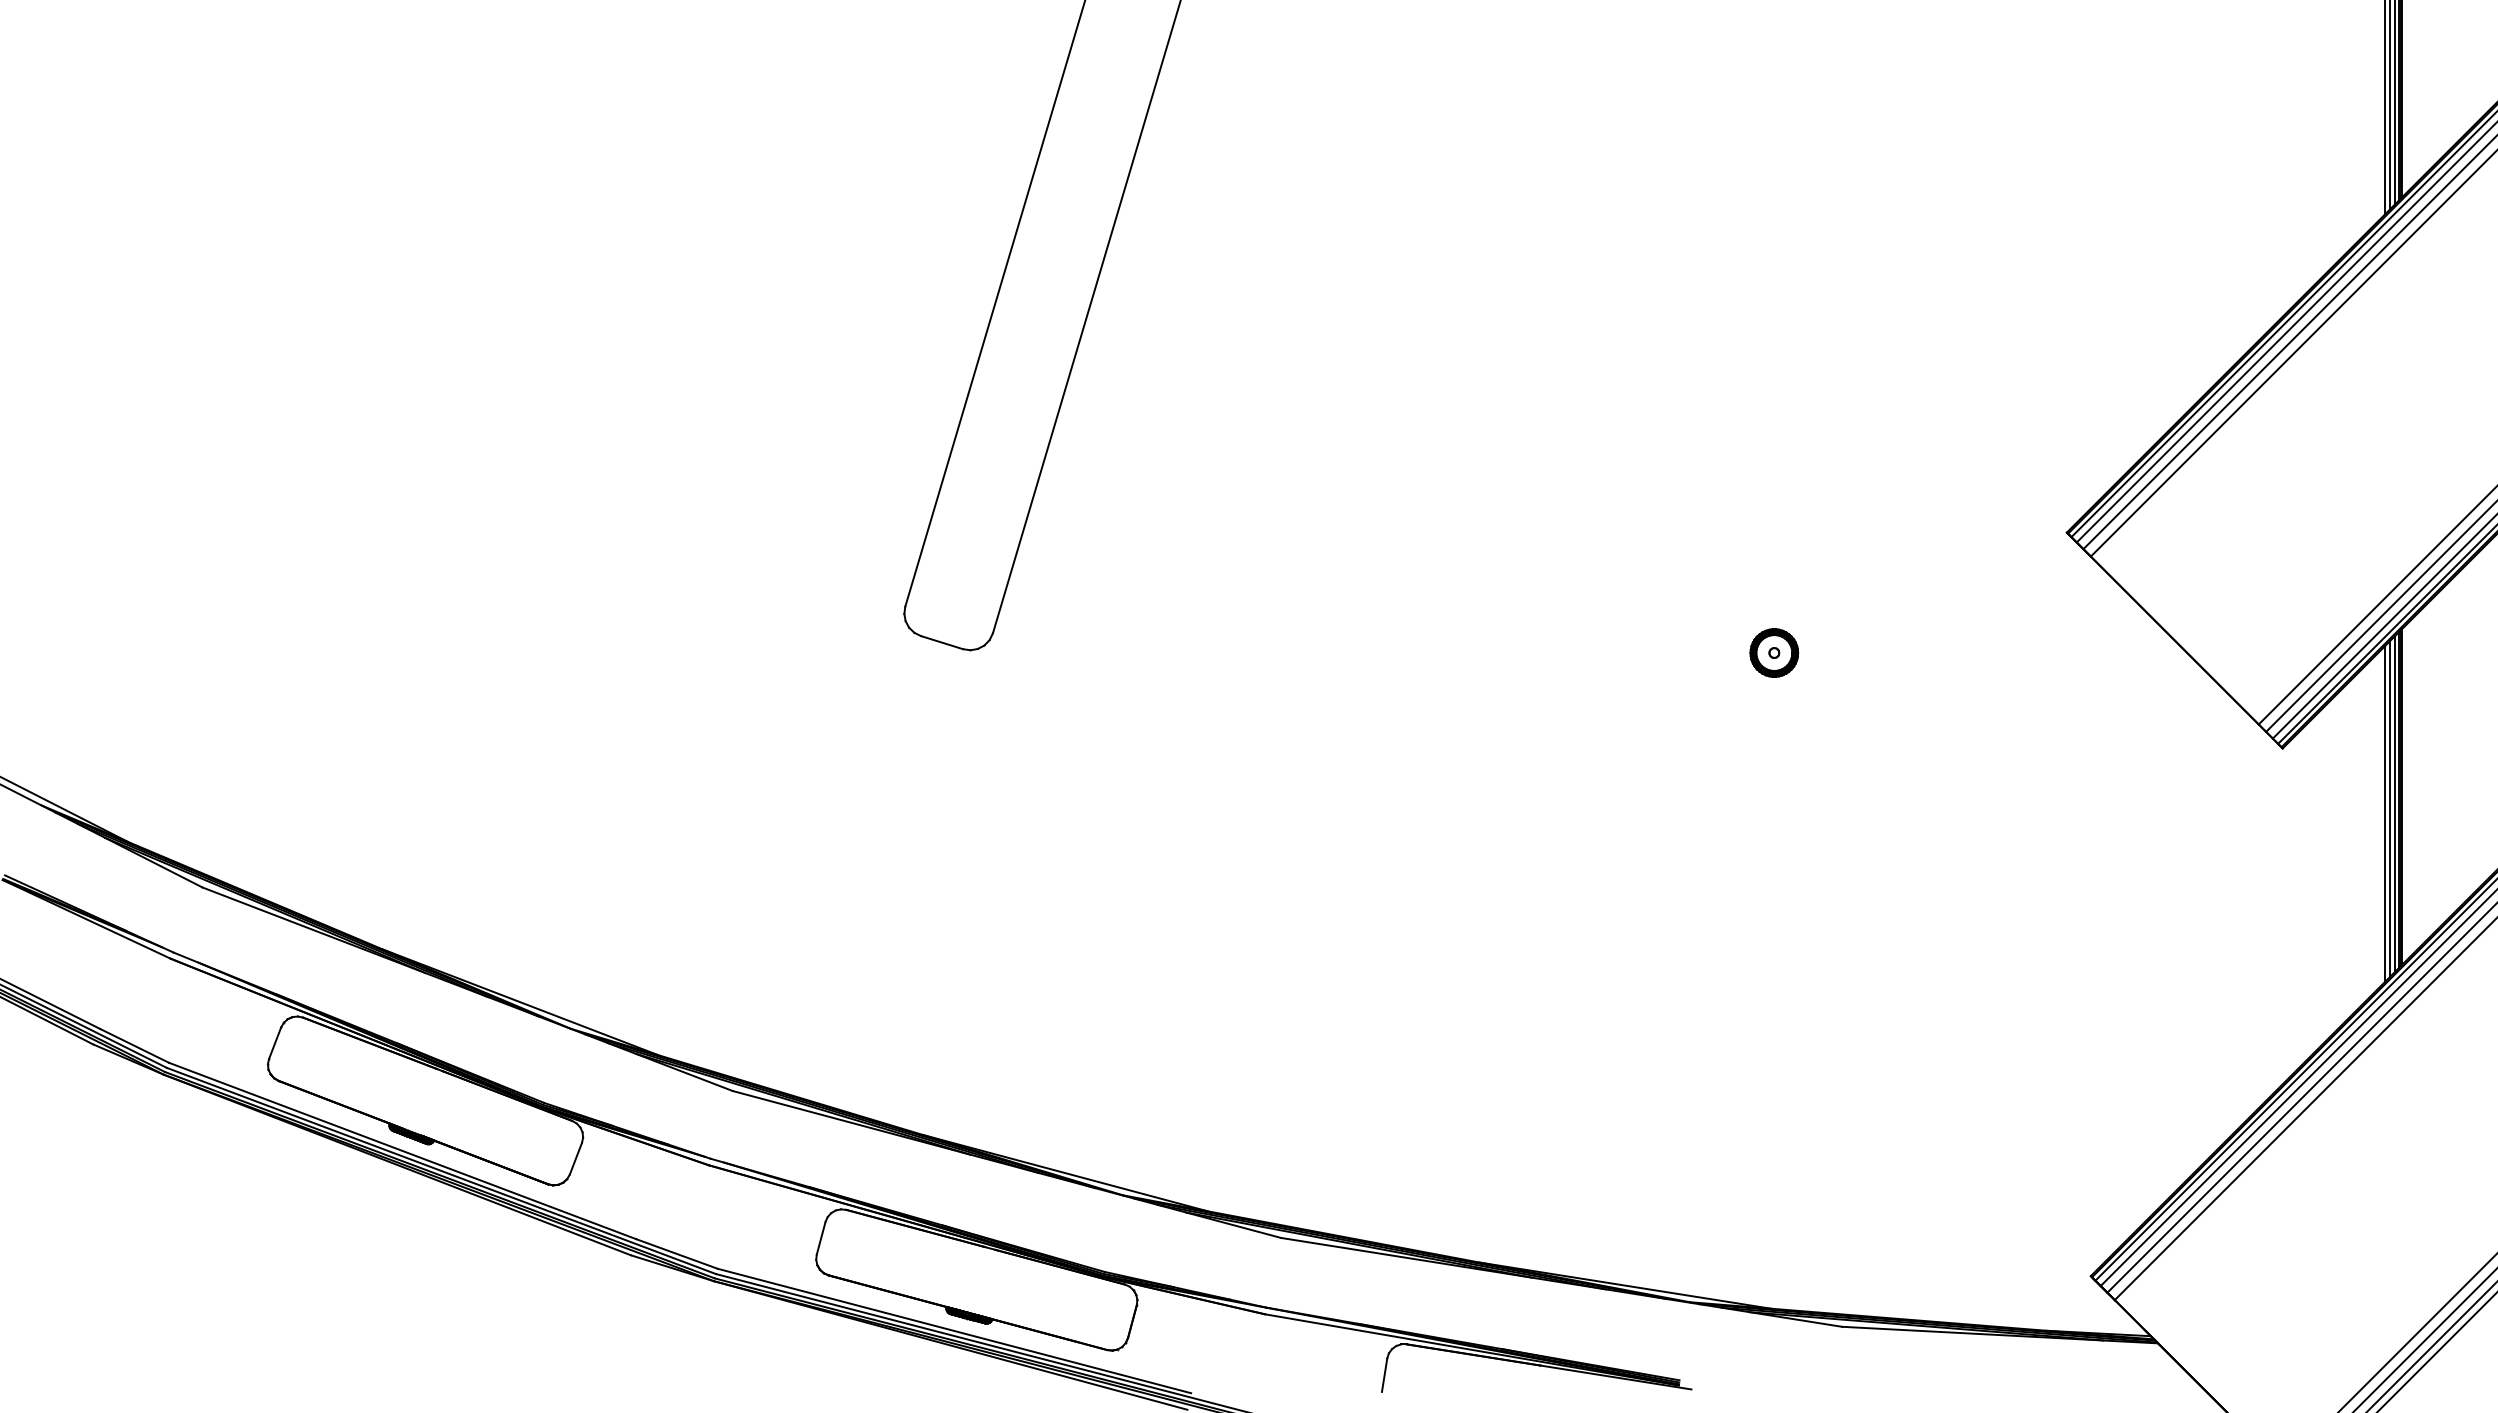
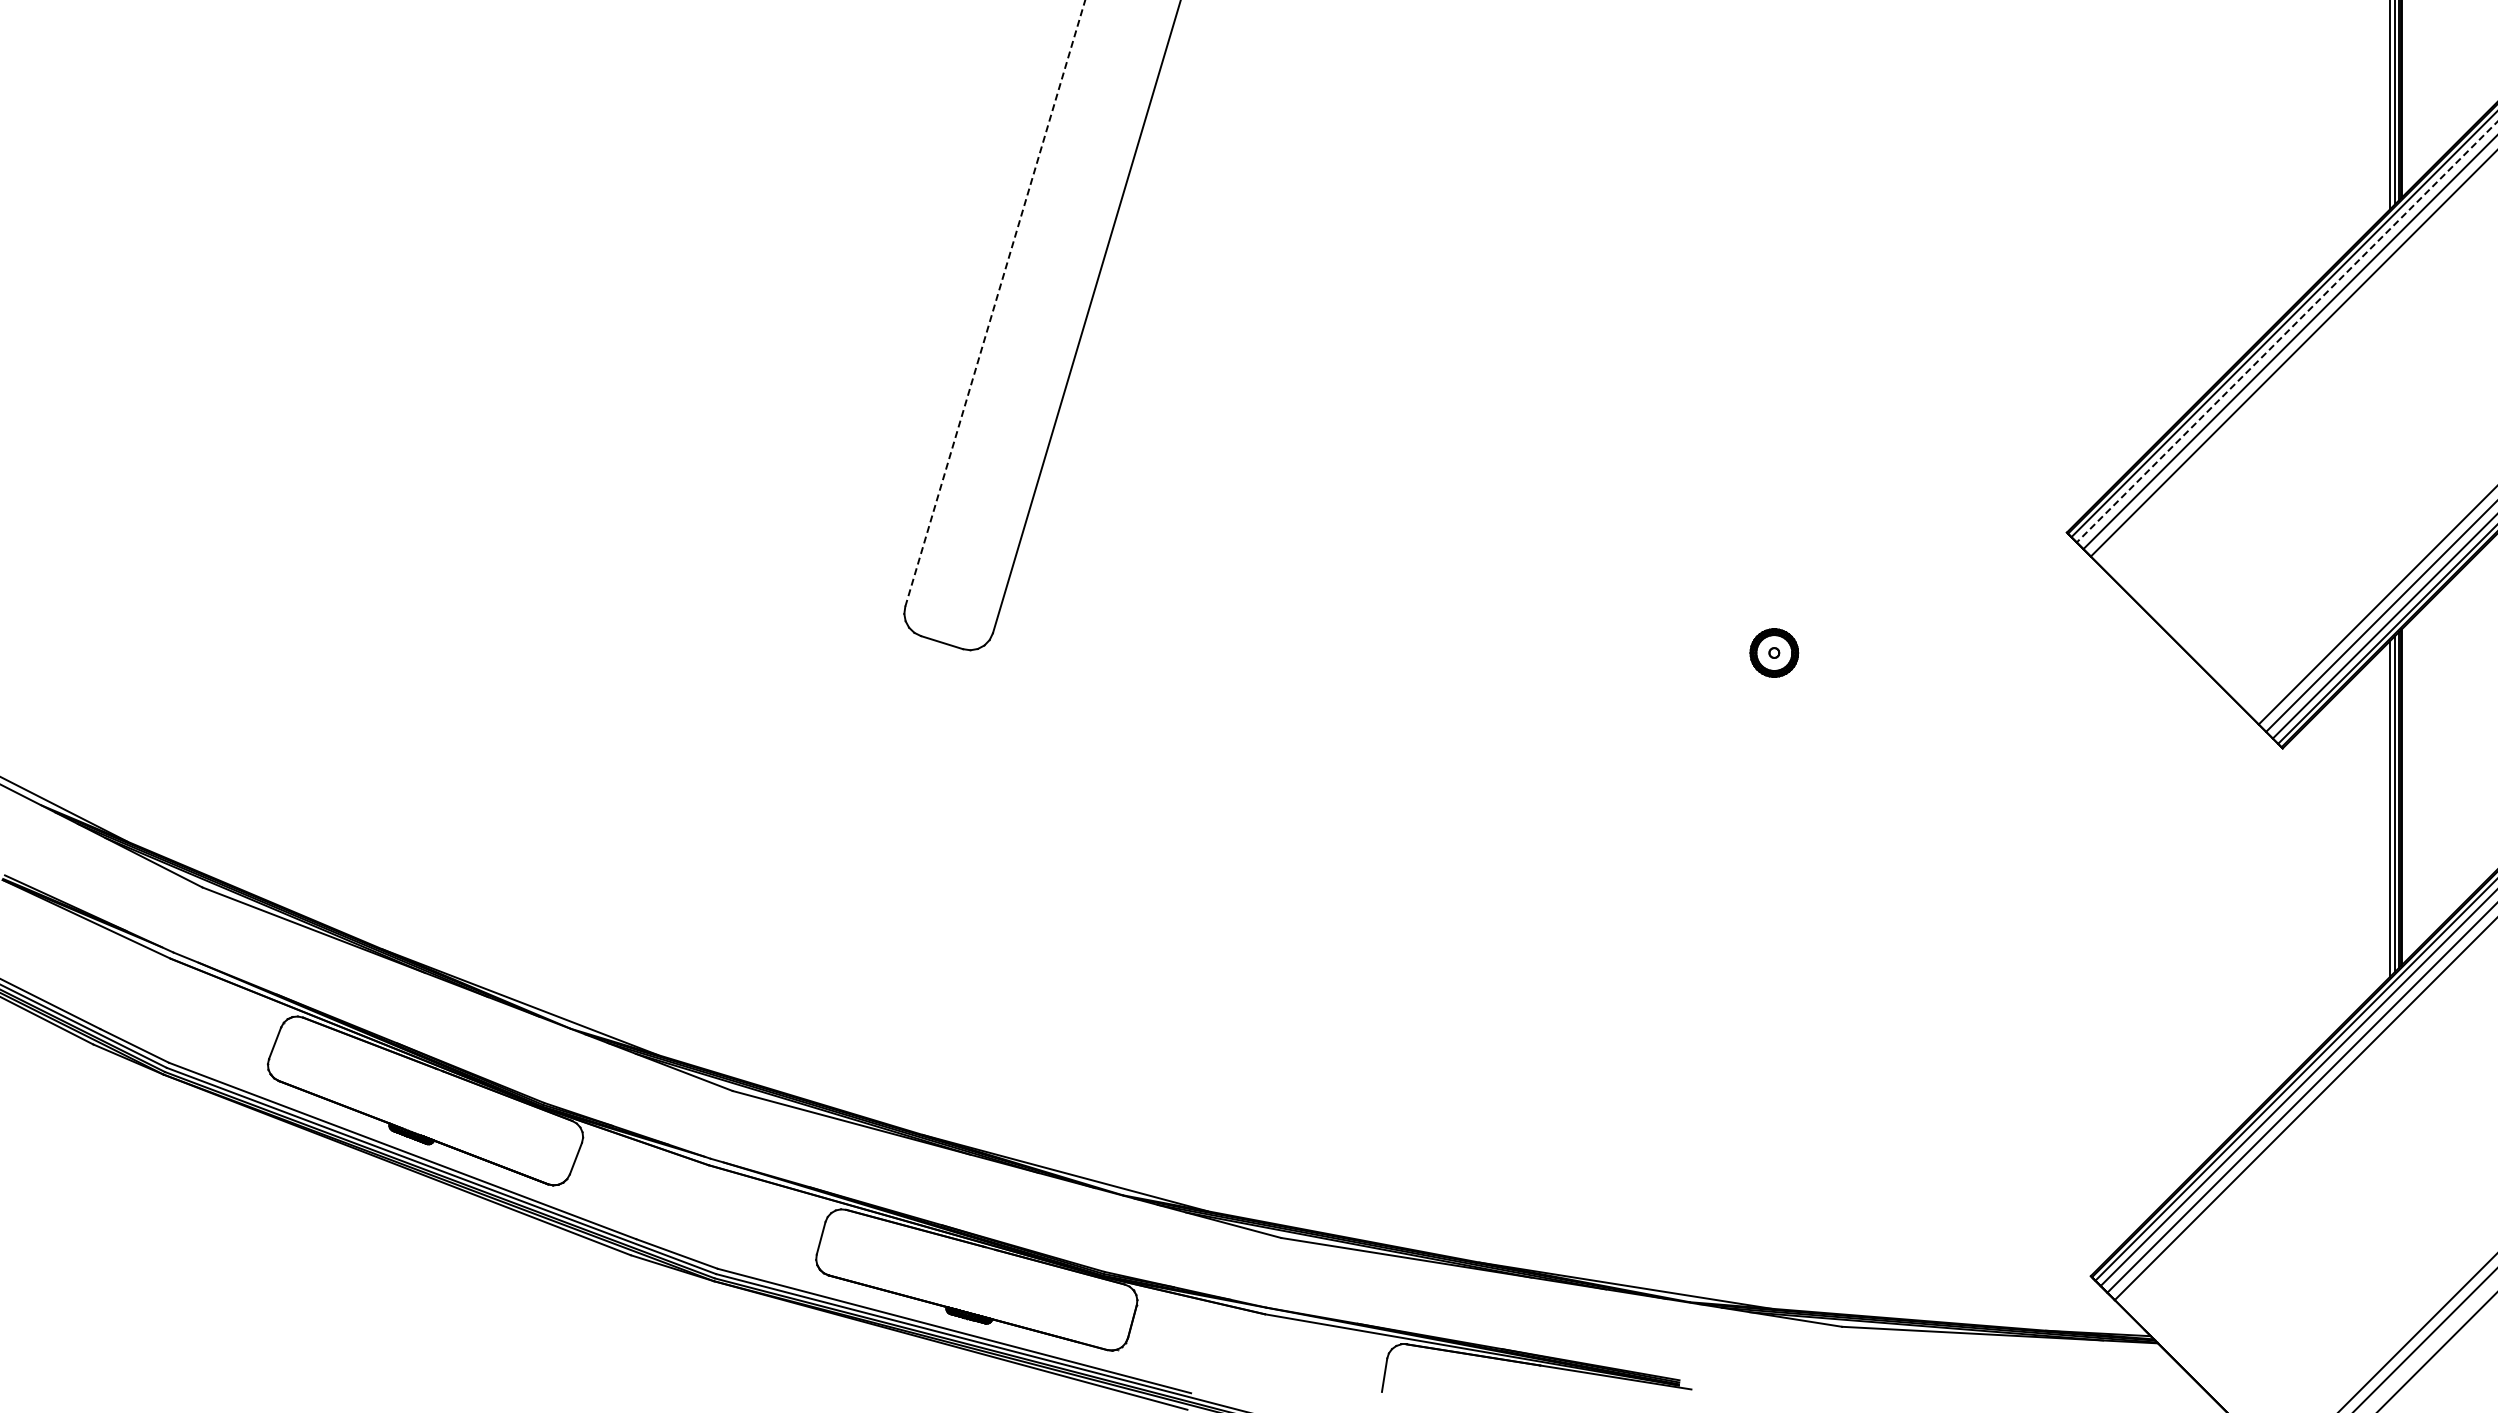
line at (2385, 108): present -> none
line at (995, 303): solid -> dashed
line at (2286, 332): solid -> dashed
line at (2384, 813): present -> none
line at (2431, 1346): present -> none
